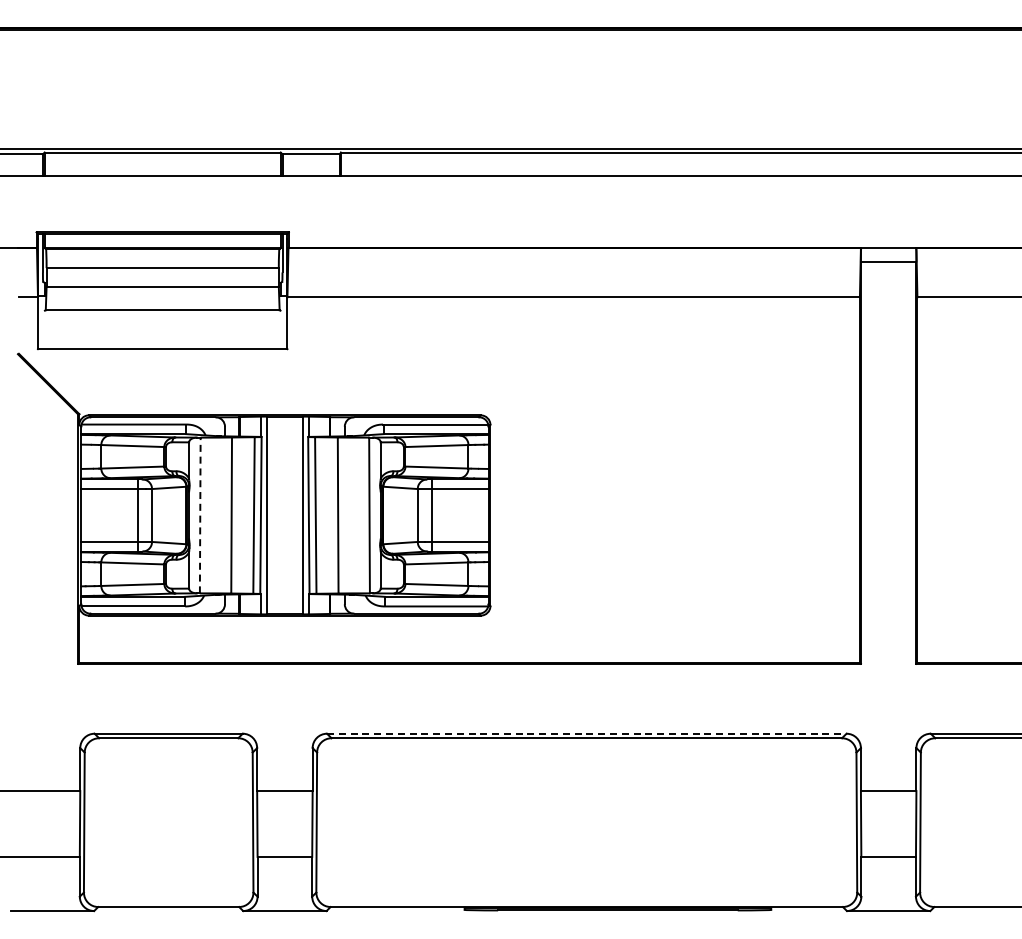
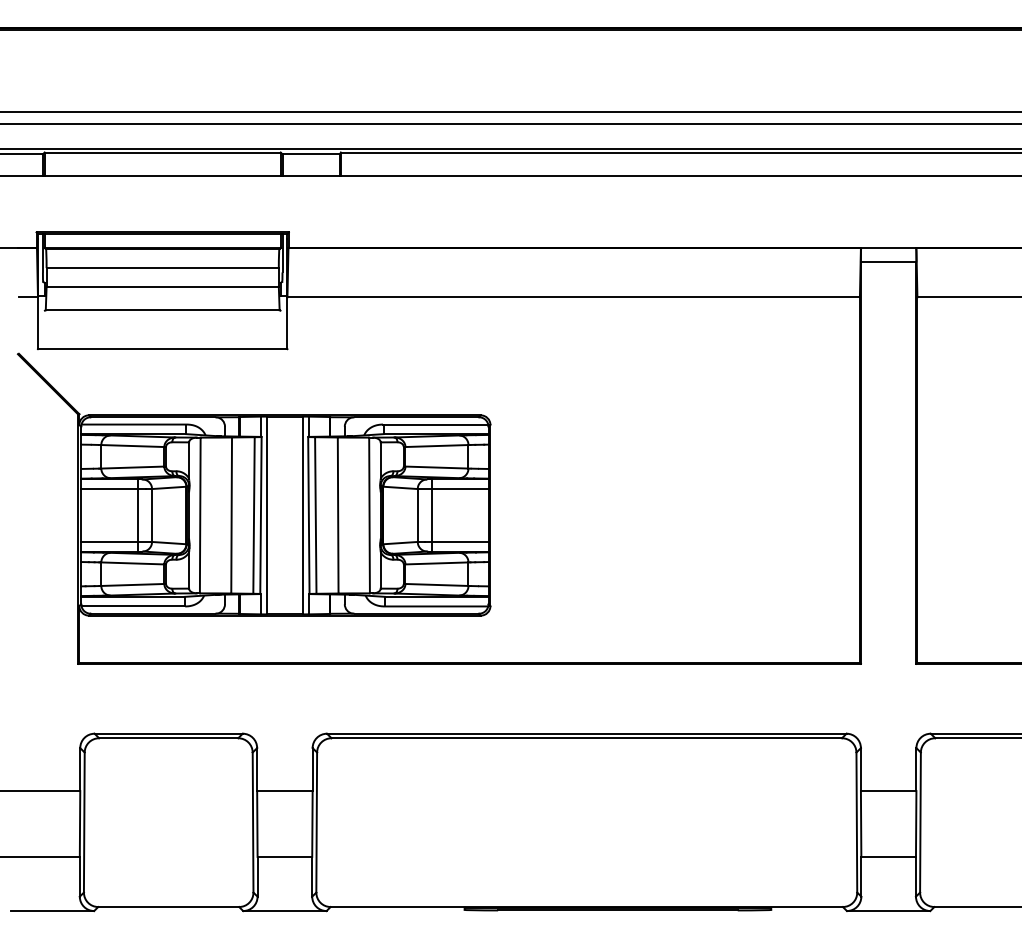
line at (510, 111): none -> present
line at (510, 124): none -> present
line at (200, 515): dashed -> solid
line at (586, 733): dashed -> solid
